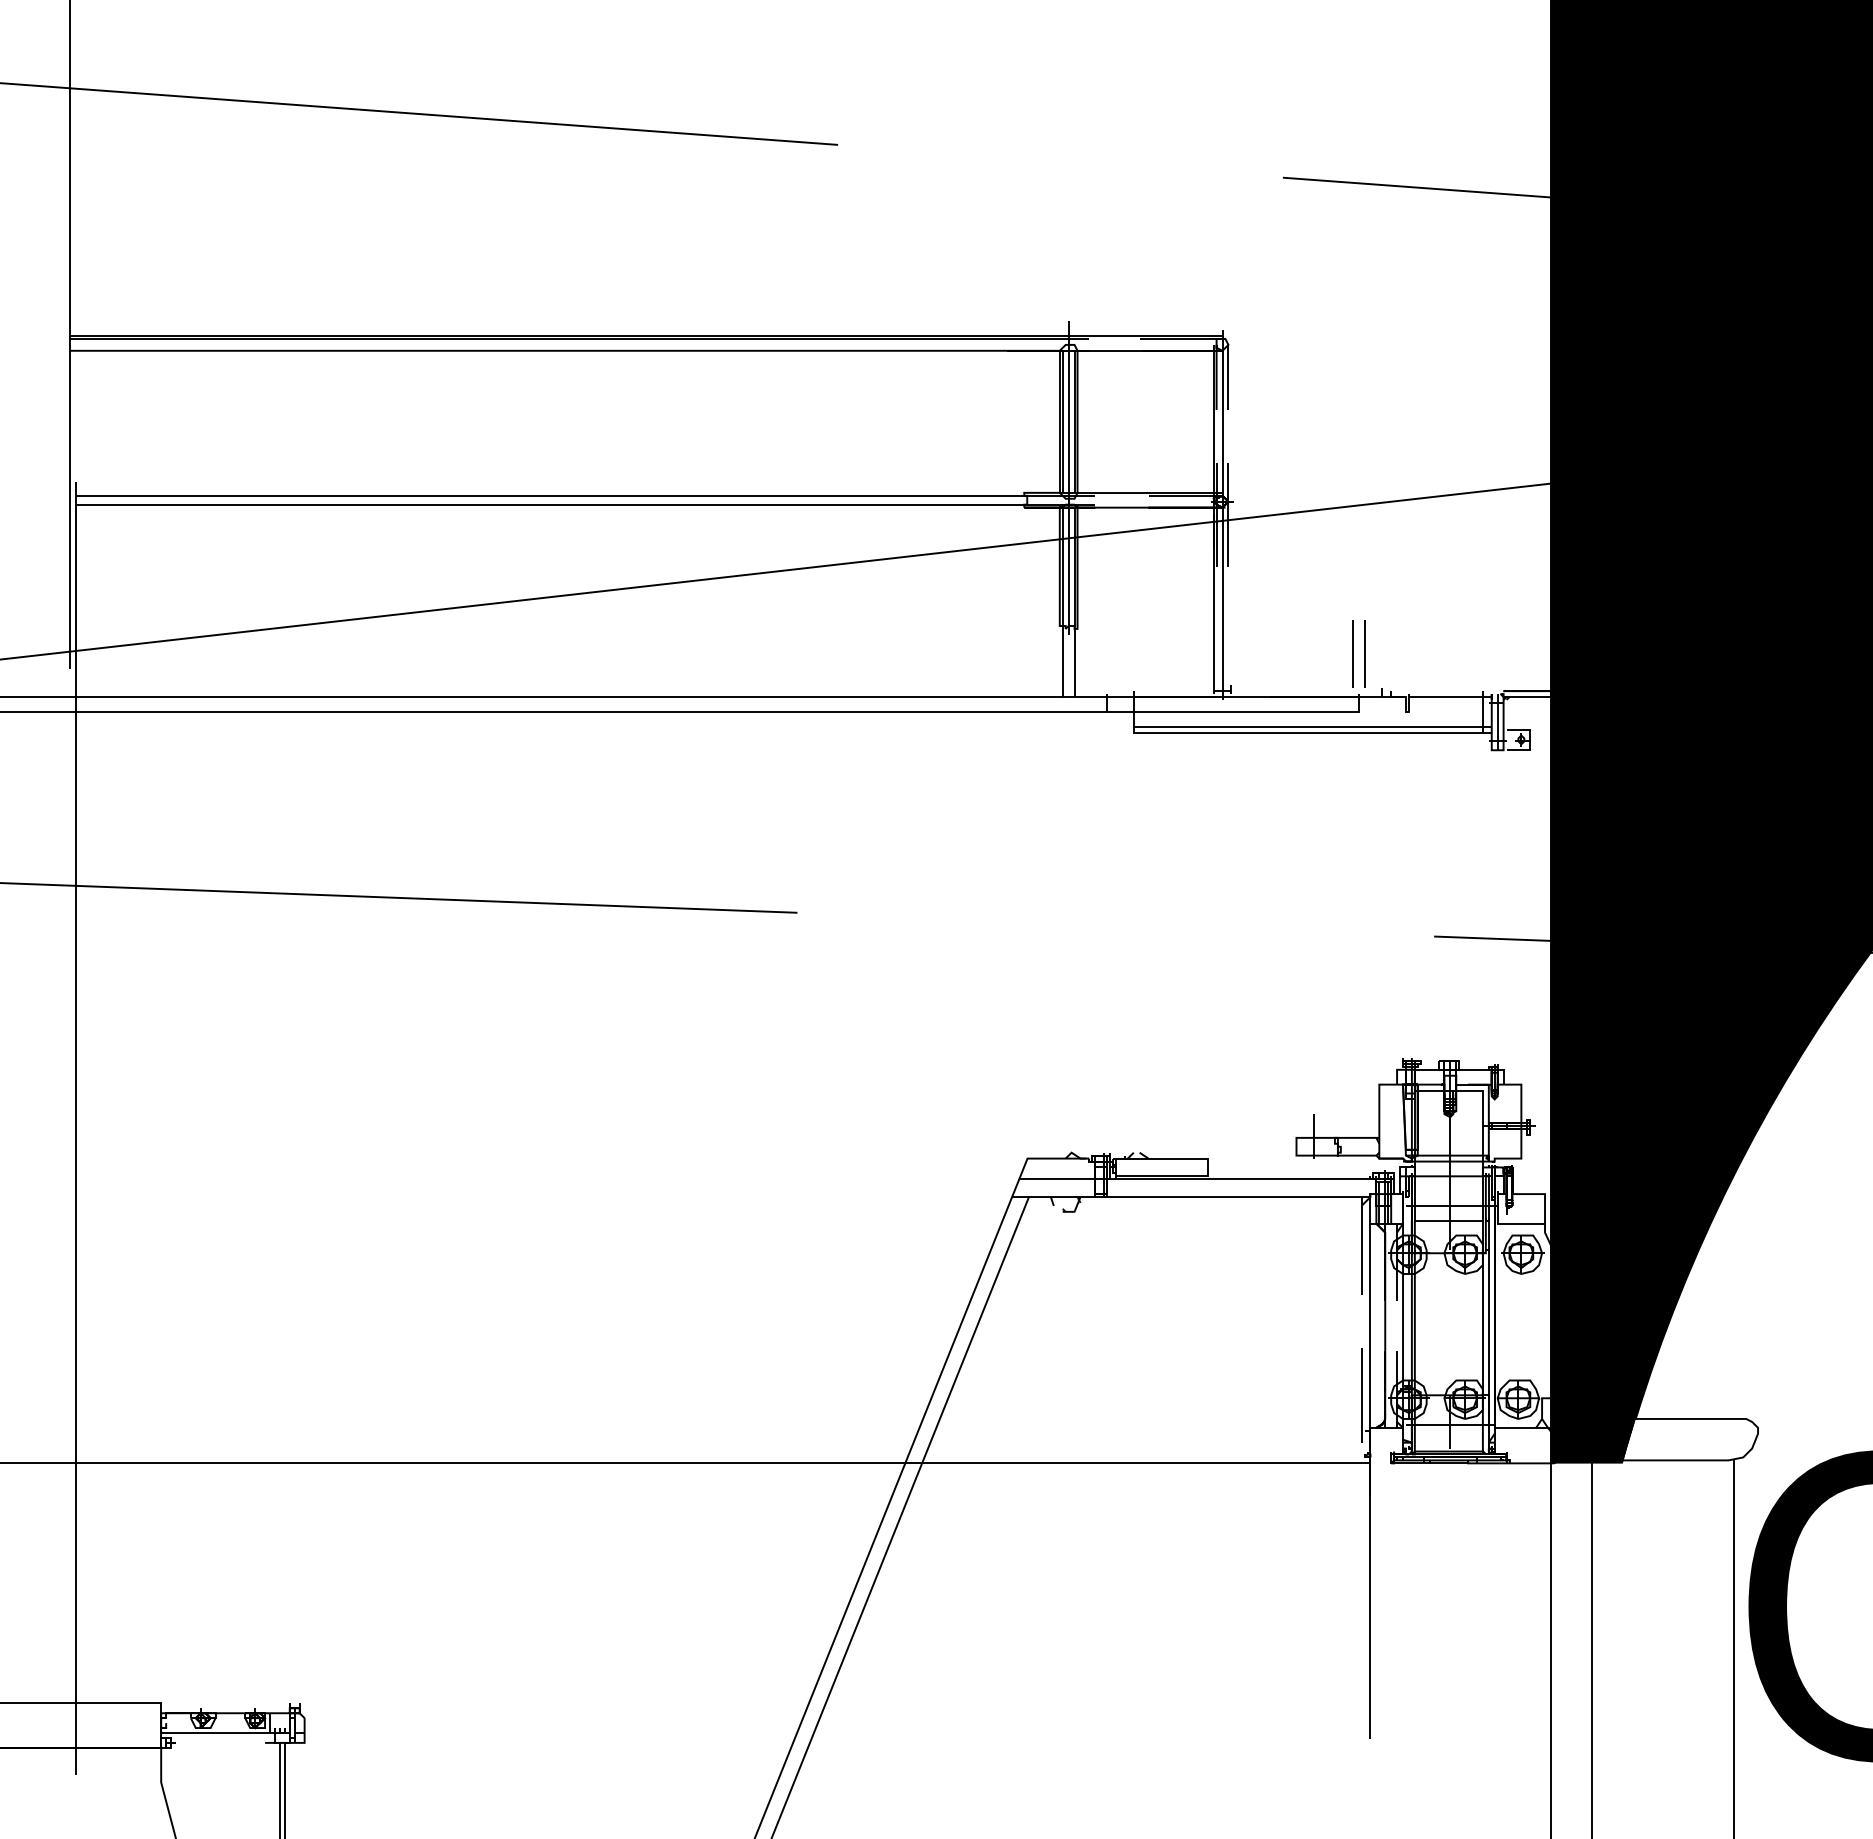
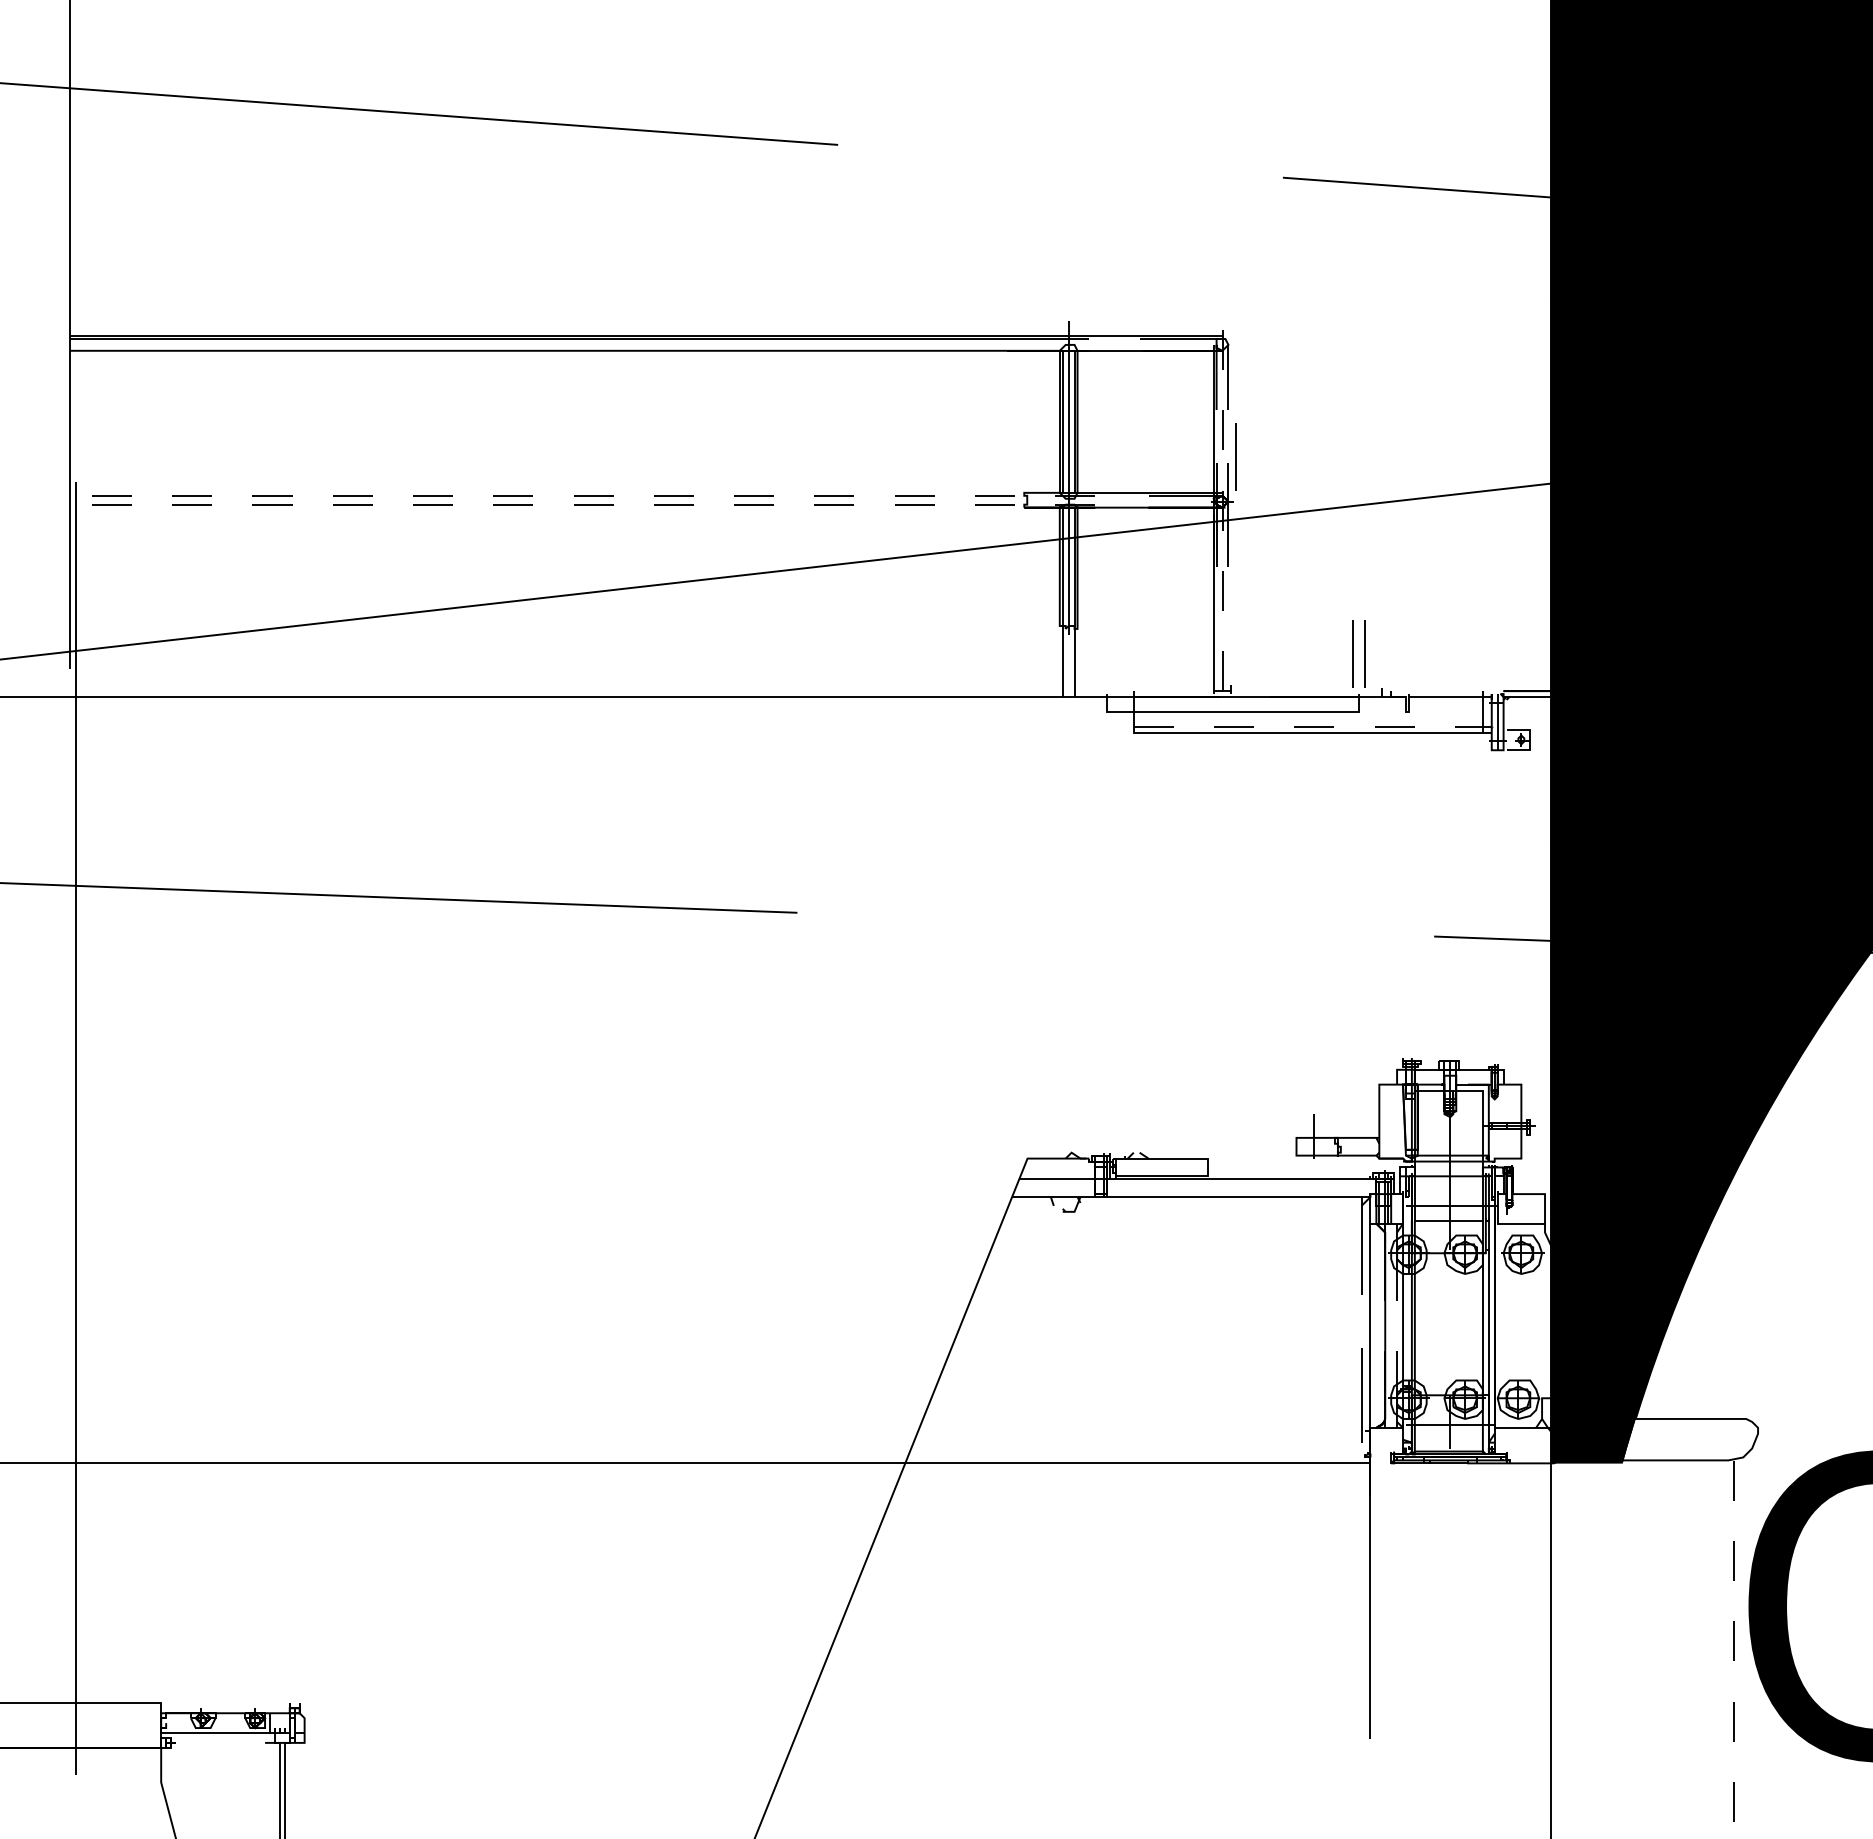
line at (1235, 456): none -> present
line at (585, 495): solid -> dashed
line at (585, 504): solid -> dashed
line at (1222, 515): solid -> dashed
line at (554, 711): present -> none
line at (1313, 726): solid -> dashed
line at (900, 1516): present -> none
line at (1592, 1647): present -> none
line at (1734, 1649): solid -> dashed
